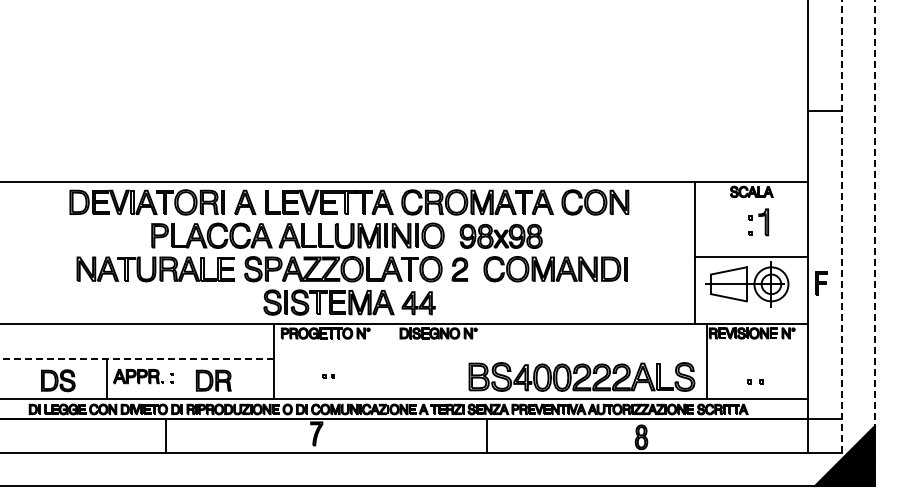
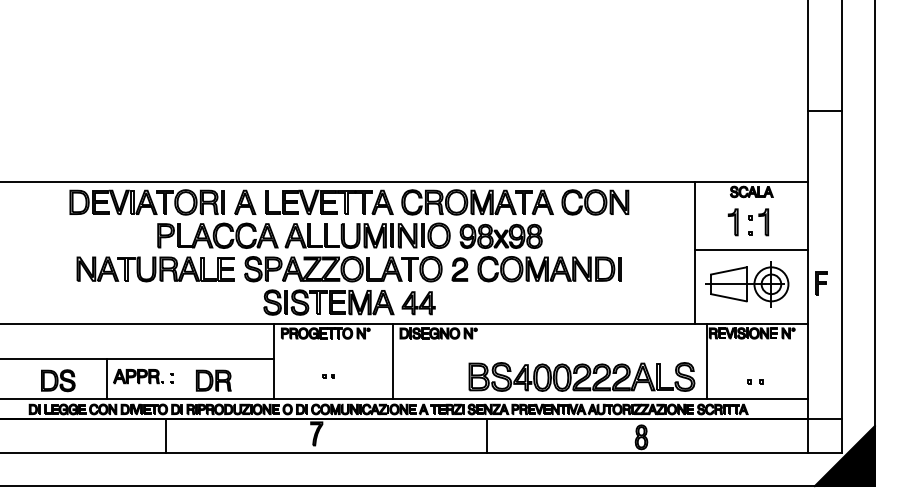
part at (732, 222): none -> present
line at (841, 226): dashed -> solid
part at (297, 235) position: (297, 235) -> (303, 235)
line at (874, 243): dashed -> solid
line at (751, 256) position: (751, 256) -> (751, 249)
part at (555, 269) position: (555, 269) -> (549, 269)
line at (137, 359): dashed -> solid
line at (392, 361): none -> present
